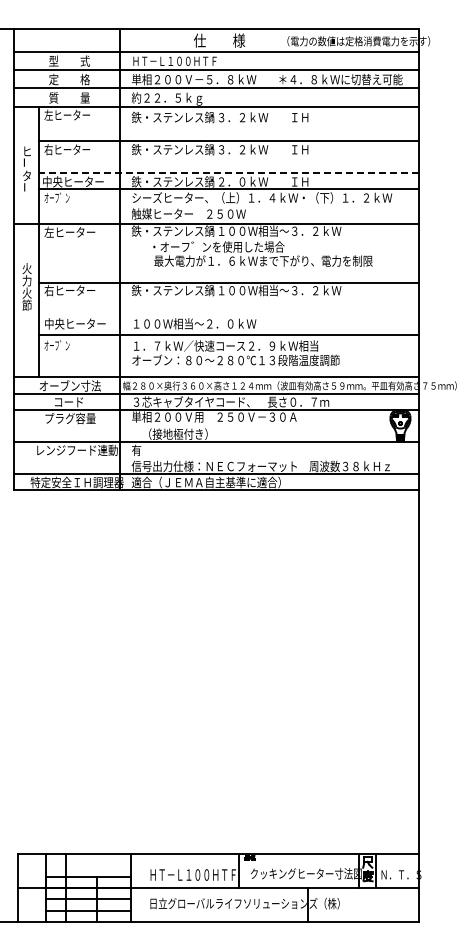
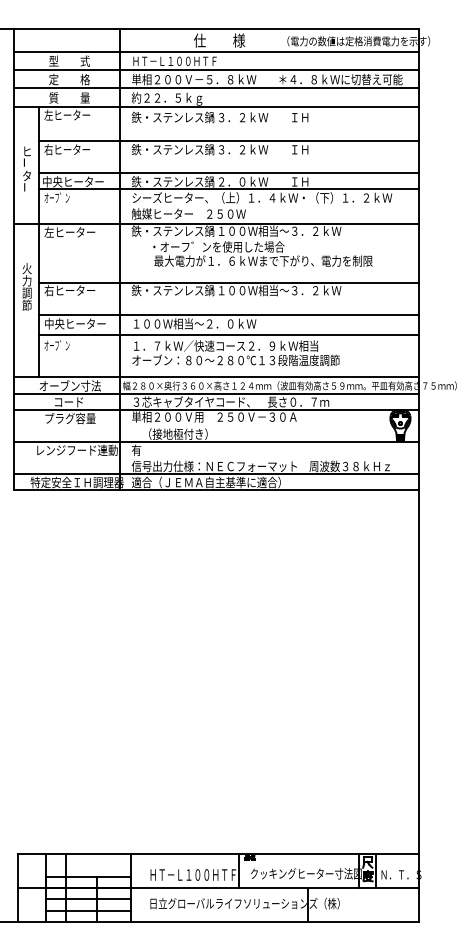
line at (229, 173): dashed -> solid
text at (26, 292): 火 -> 調
line at (228, 315): none -> present
